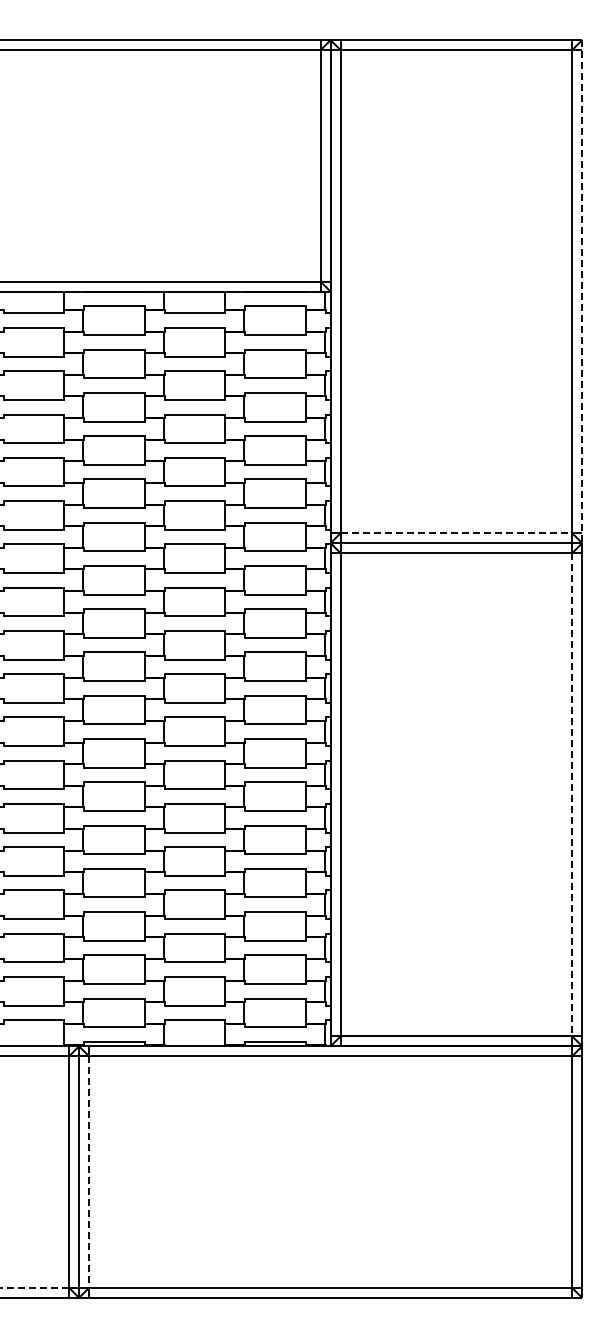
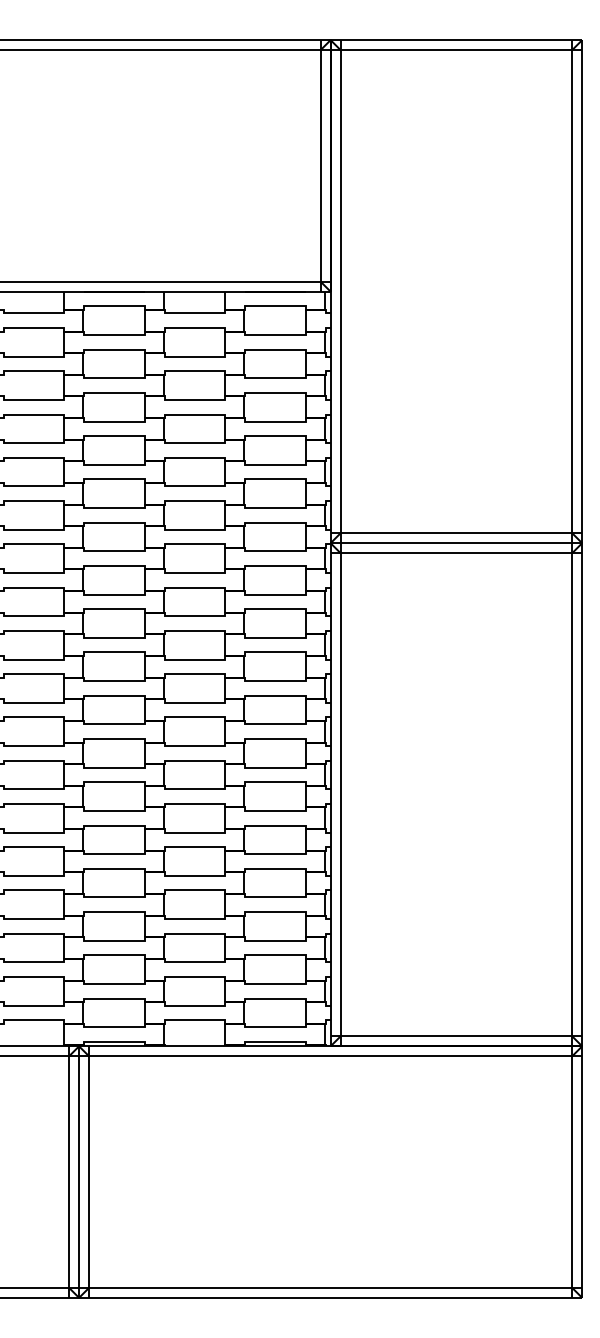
line at (582, 292): dashed -> solid
line at (456, 533): dashed -> solid
line at (572, 795): dashed -> solid
line at (89, 1172): dashed -> solid
line at (34, 1287): dashed -> solid
